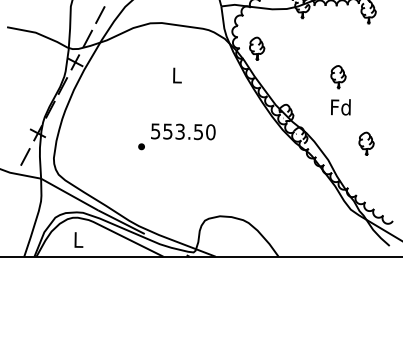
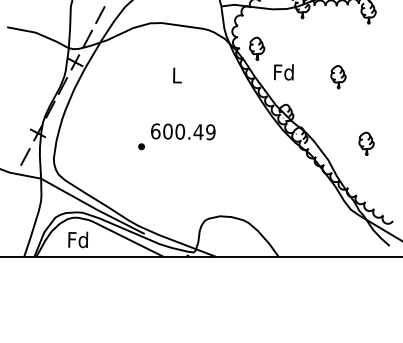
text at (340, 107) position: (340, 107) -> (283, 72)
text at (183, 131): 553.50 -> 600.49
text at (78, 239): L -> Fd
